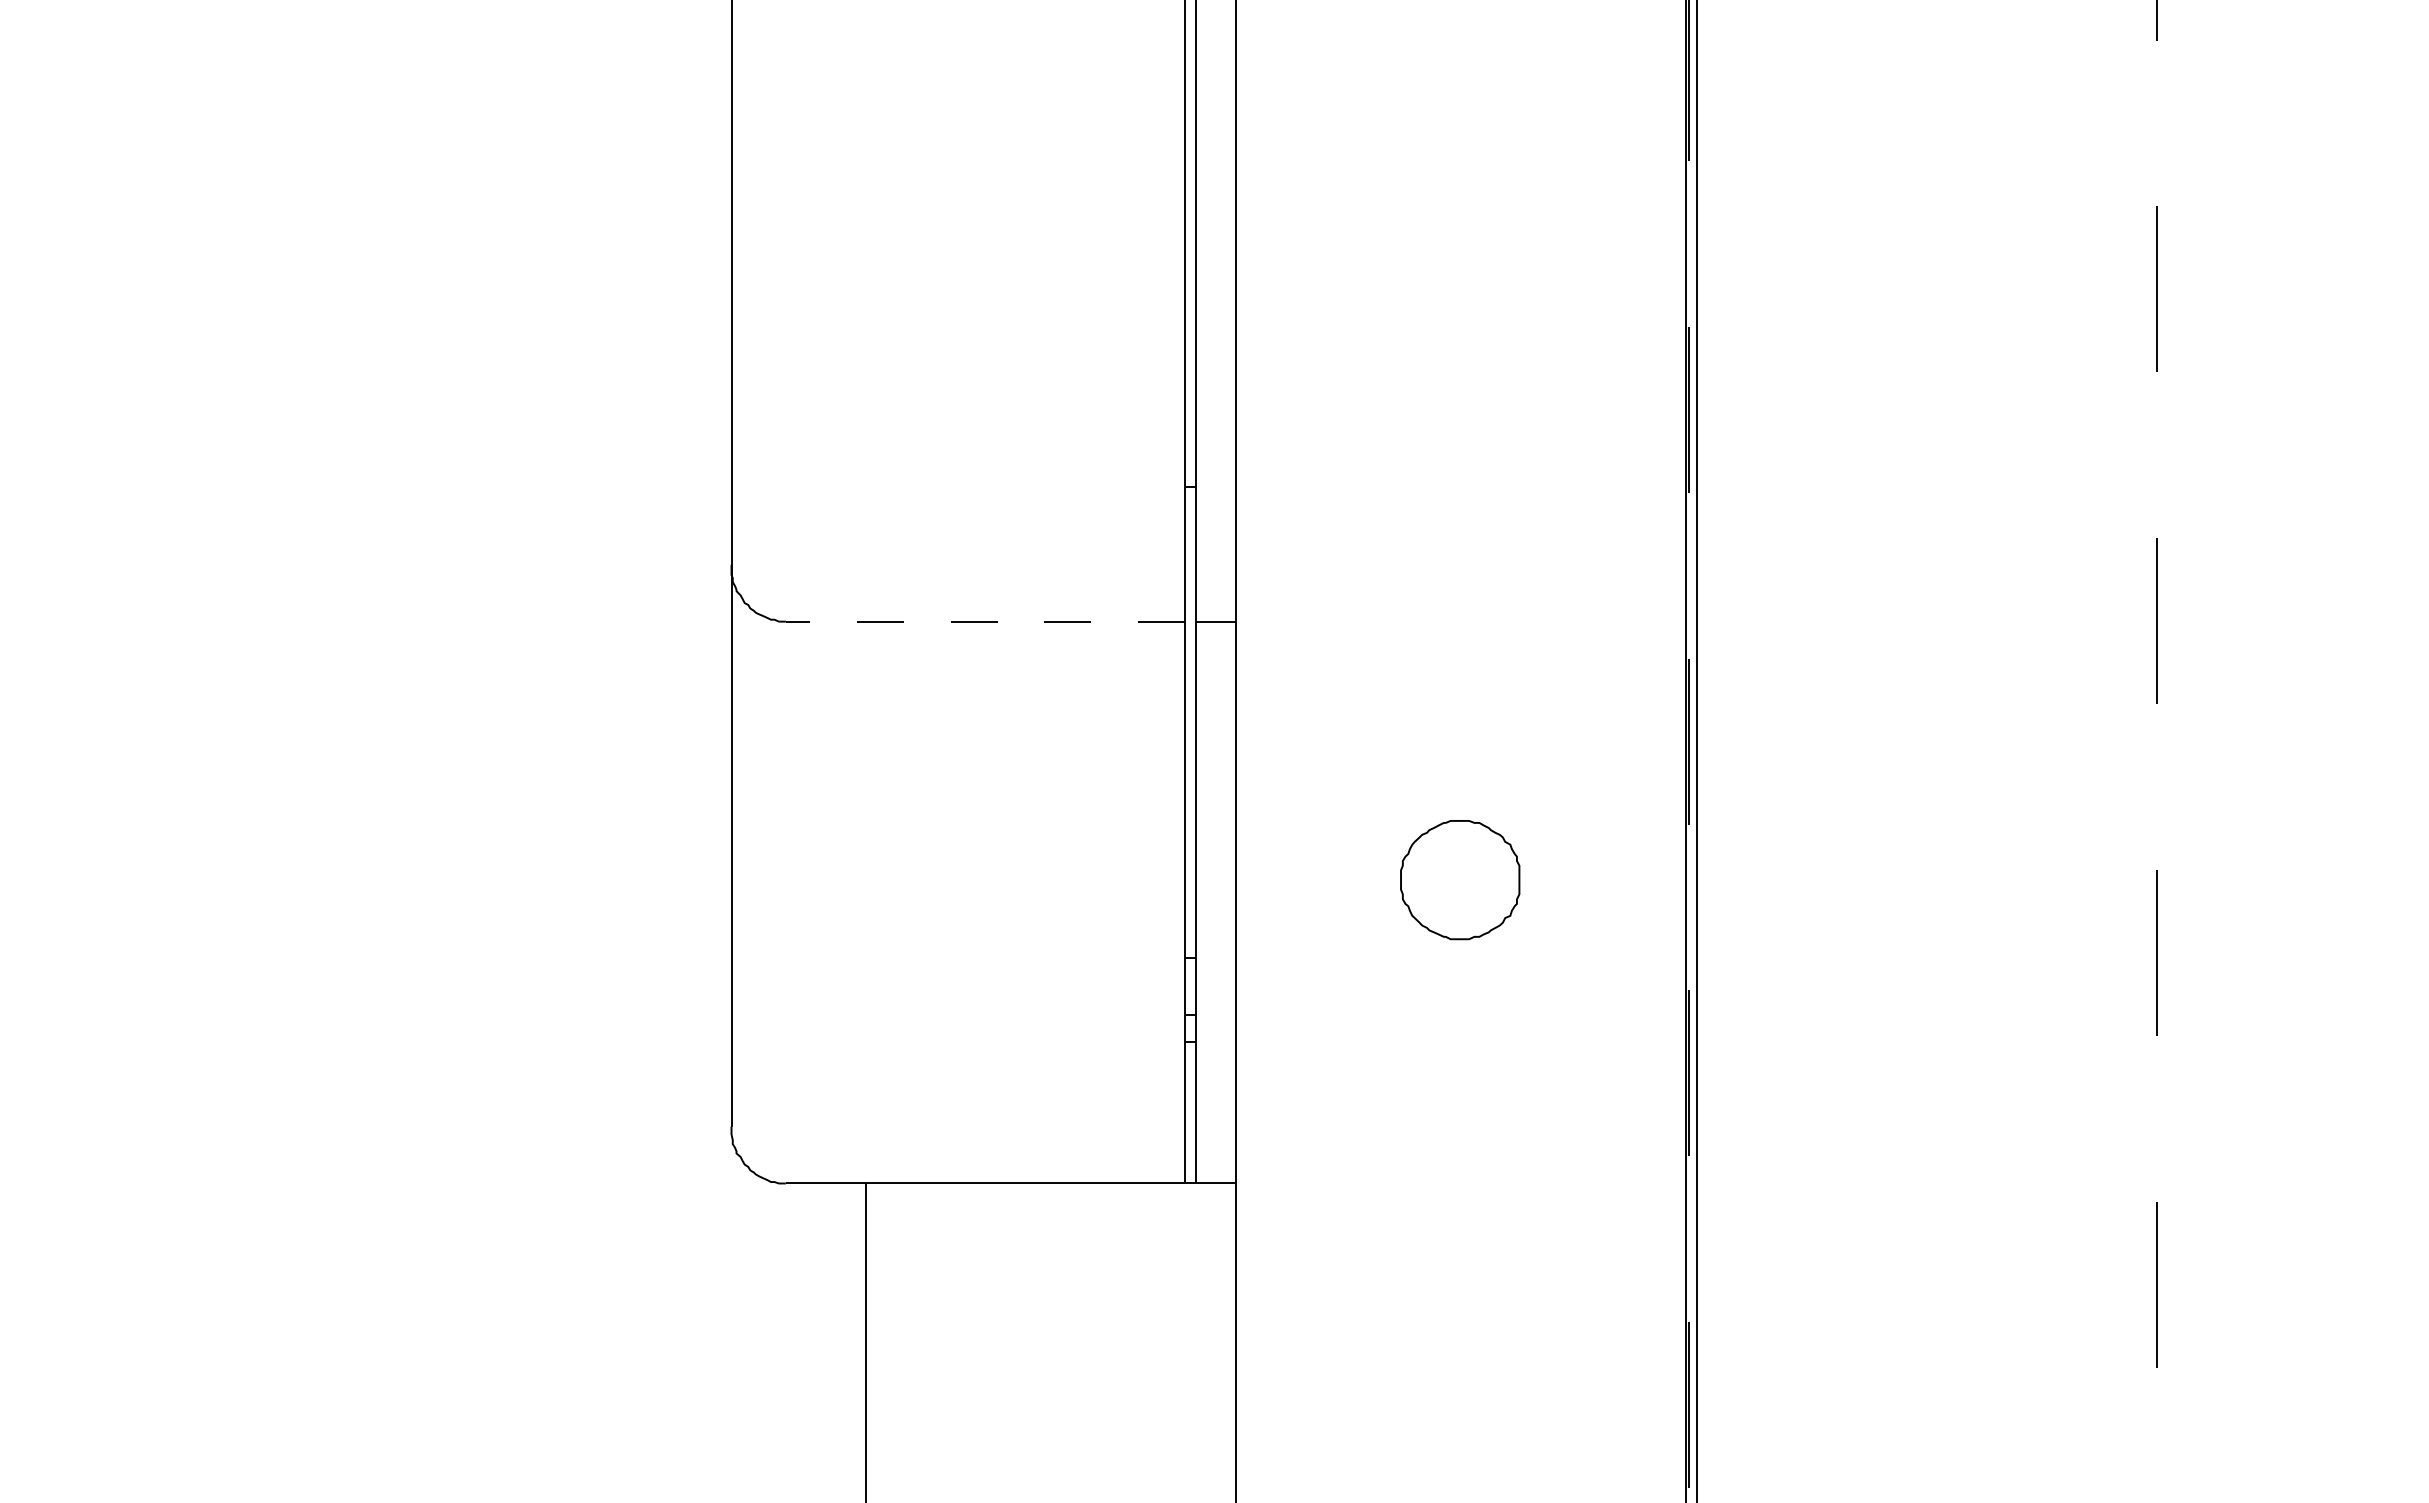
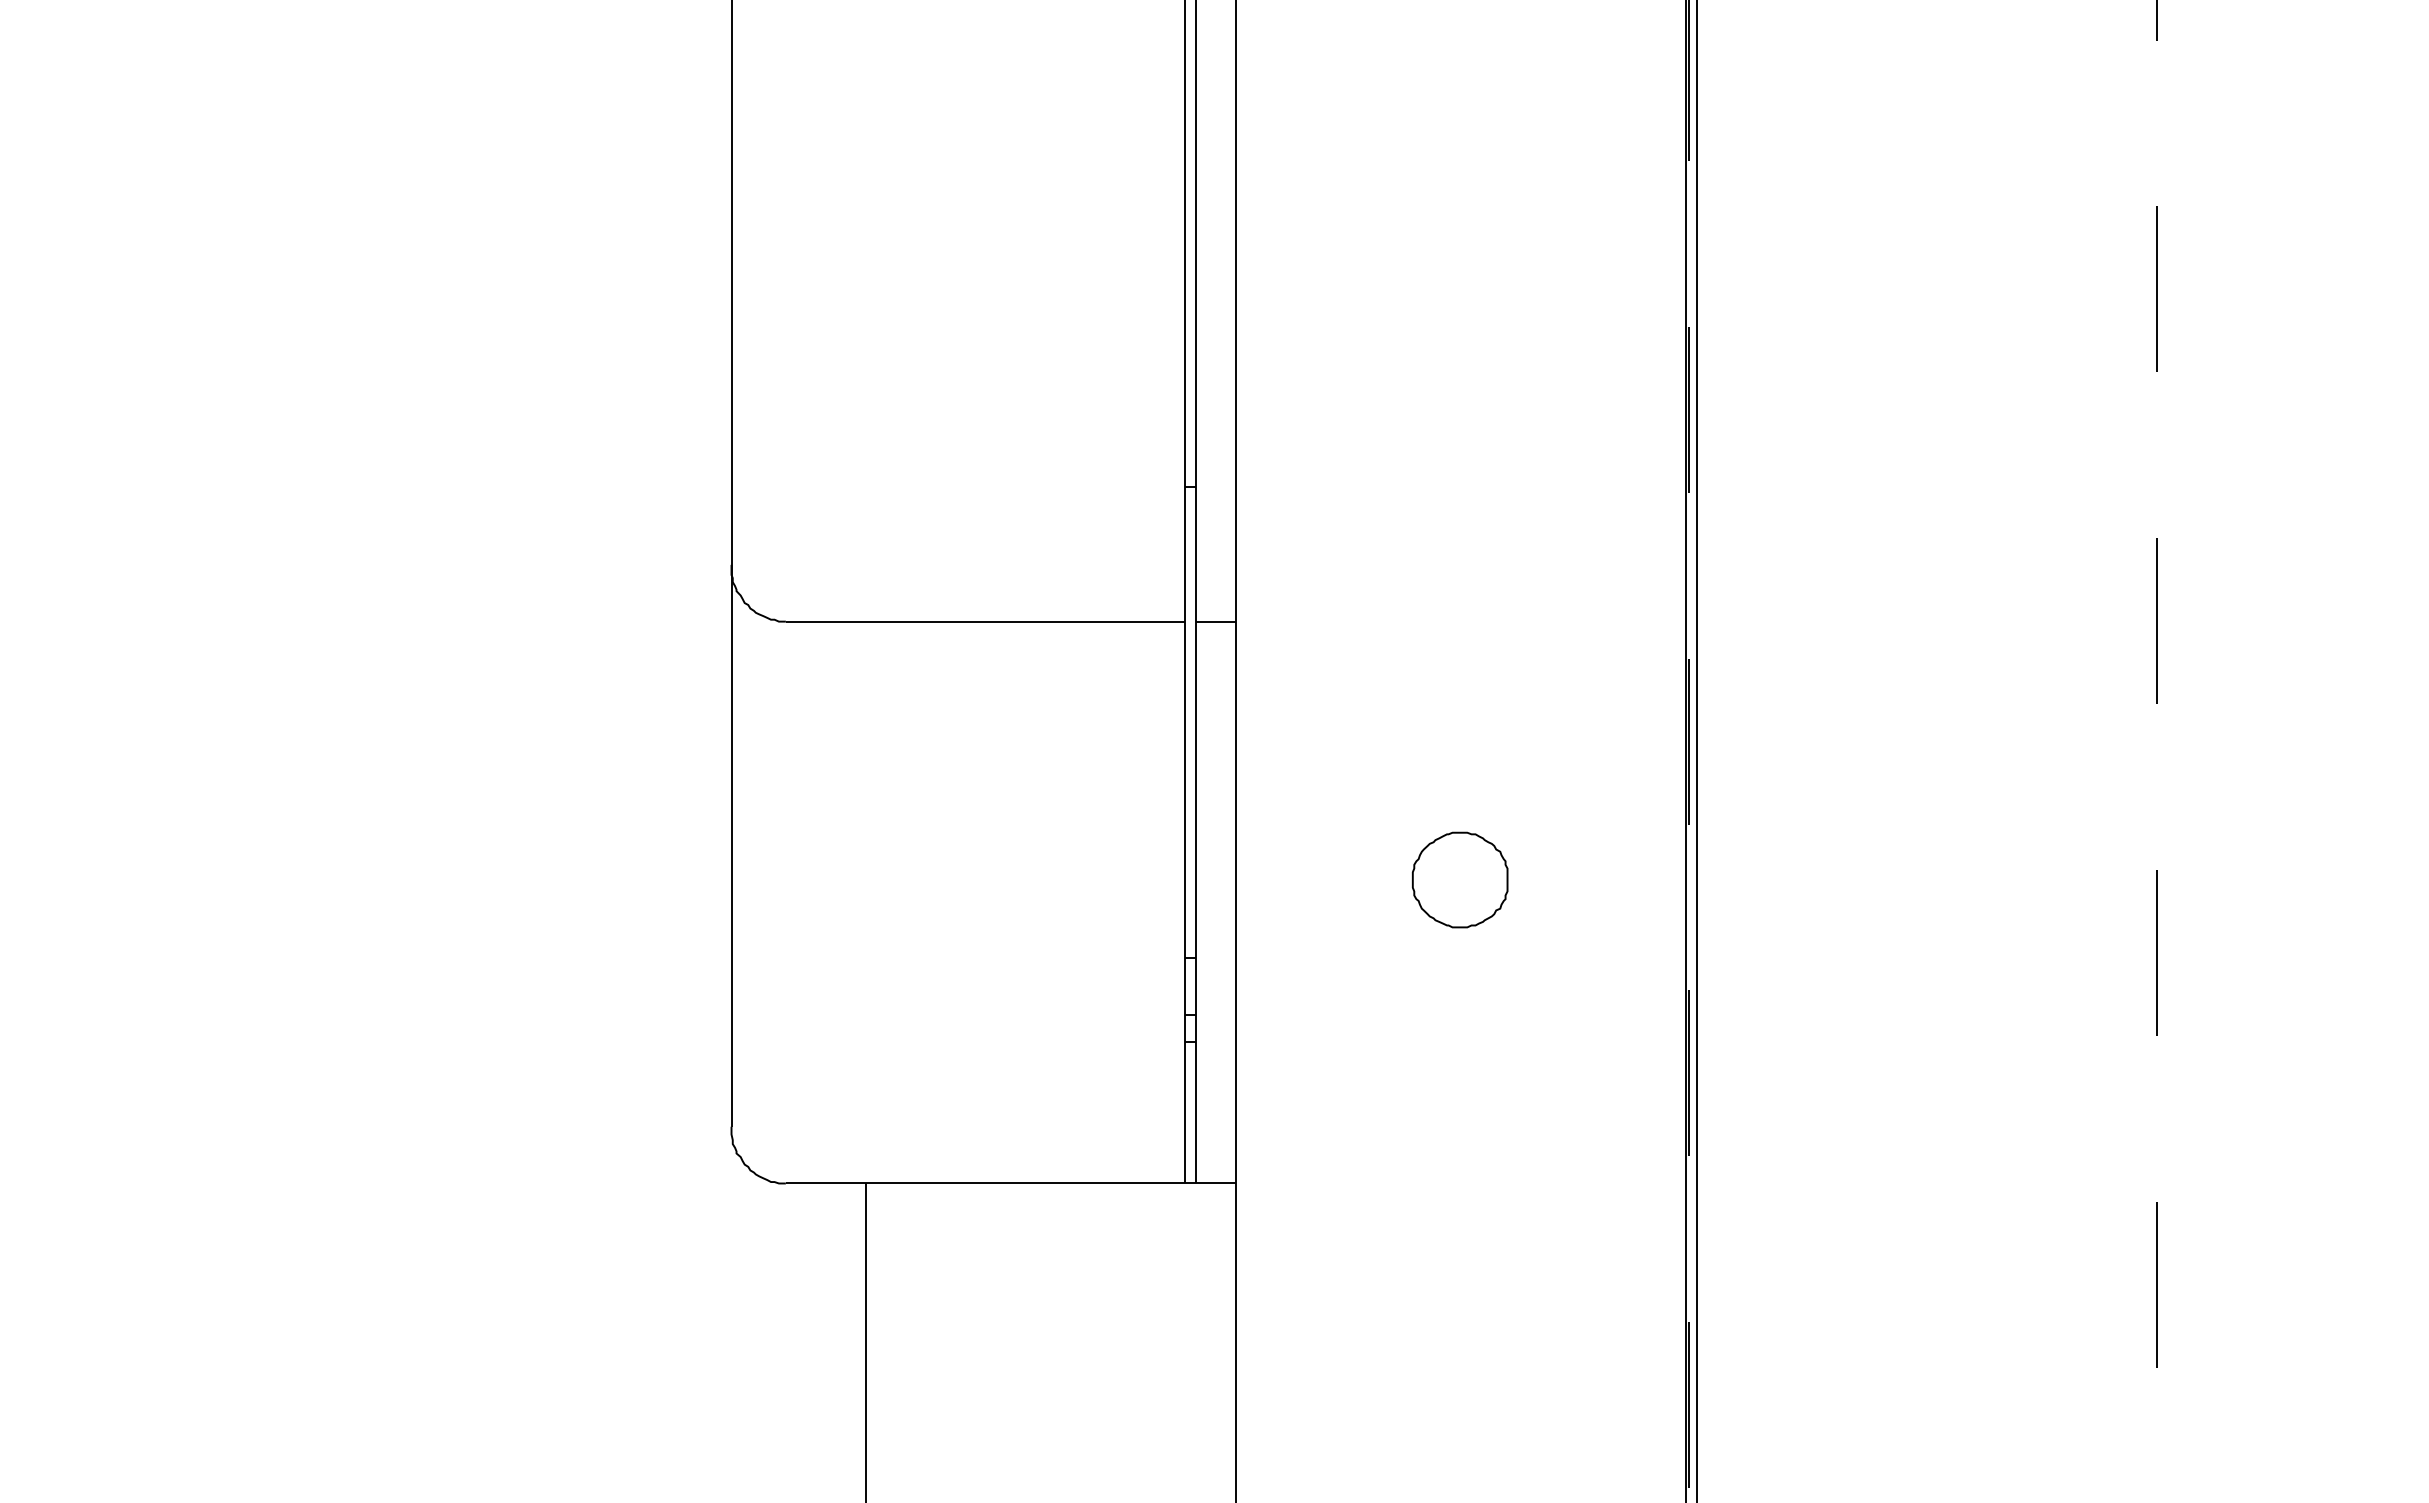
line at (984, 621): dashed -> solid
part at (1460, 880) size: 121x121 px -> 98x98 px
